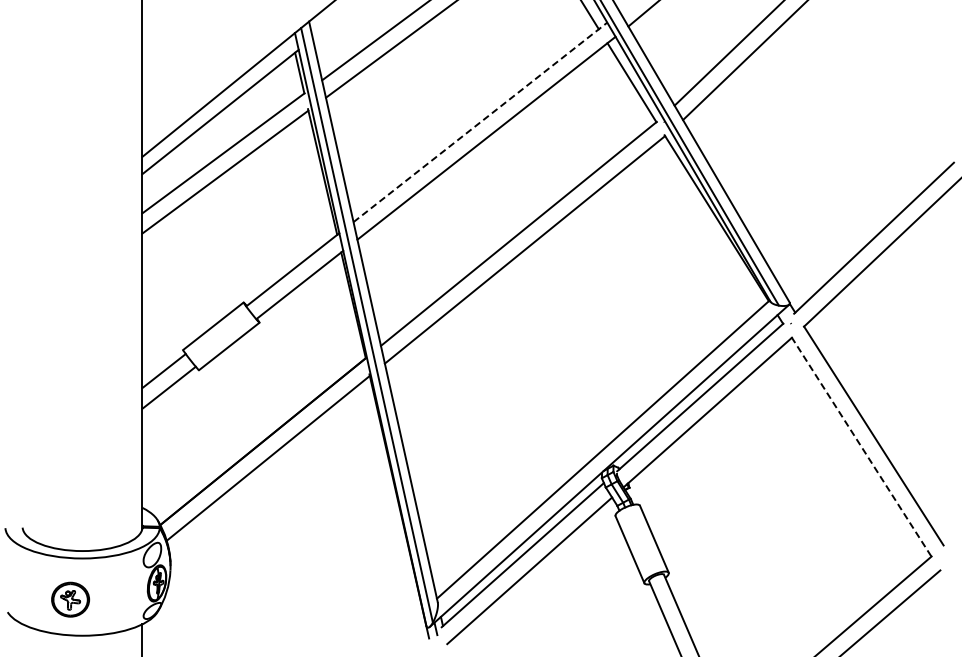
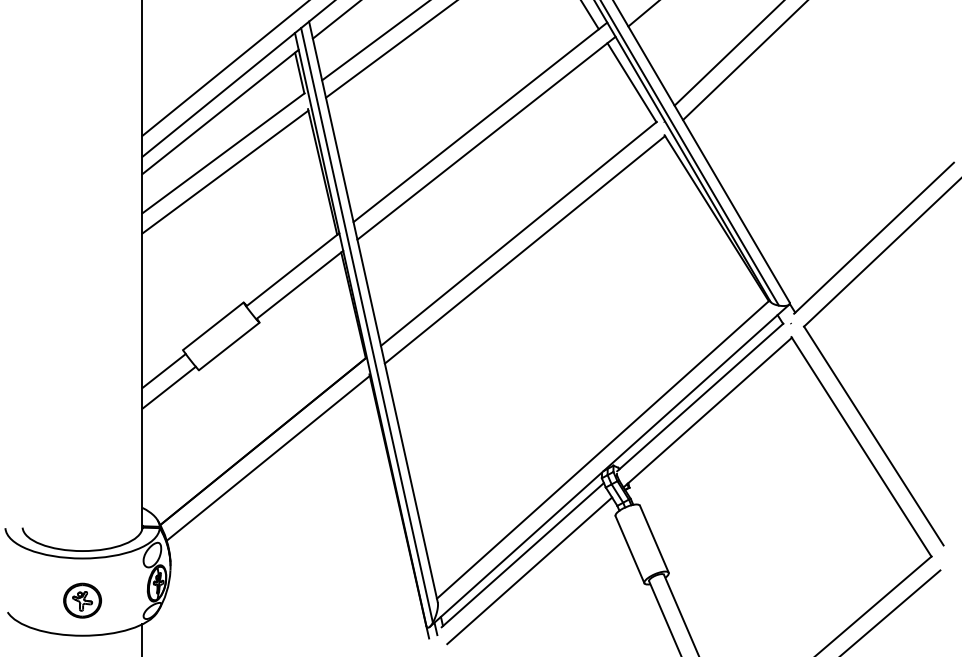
line at (335, 20): none -> present
line at (224, 68): none -> present
line at (480, 122): dashed -> solid
line at (861, 447): dashed -> solid
part at (70, 599) position: (70, 599) -> (82, 600)
